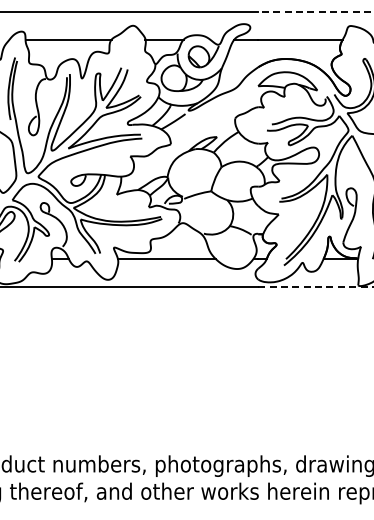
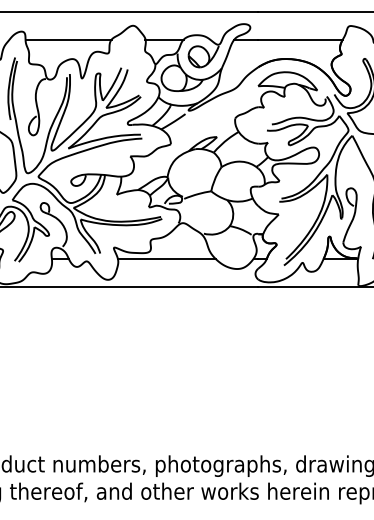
line at (315, 11): dashed -> solid
line at (316, 287): dashed -> solid
